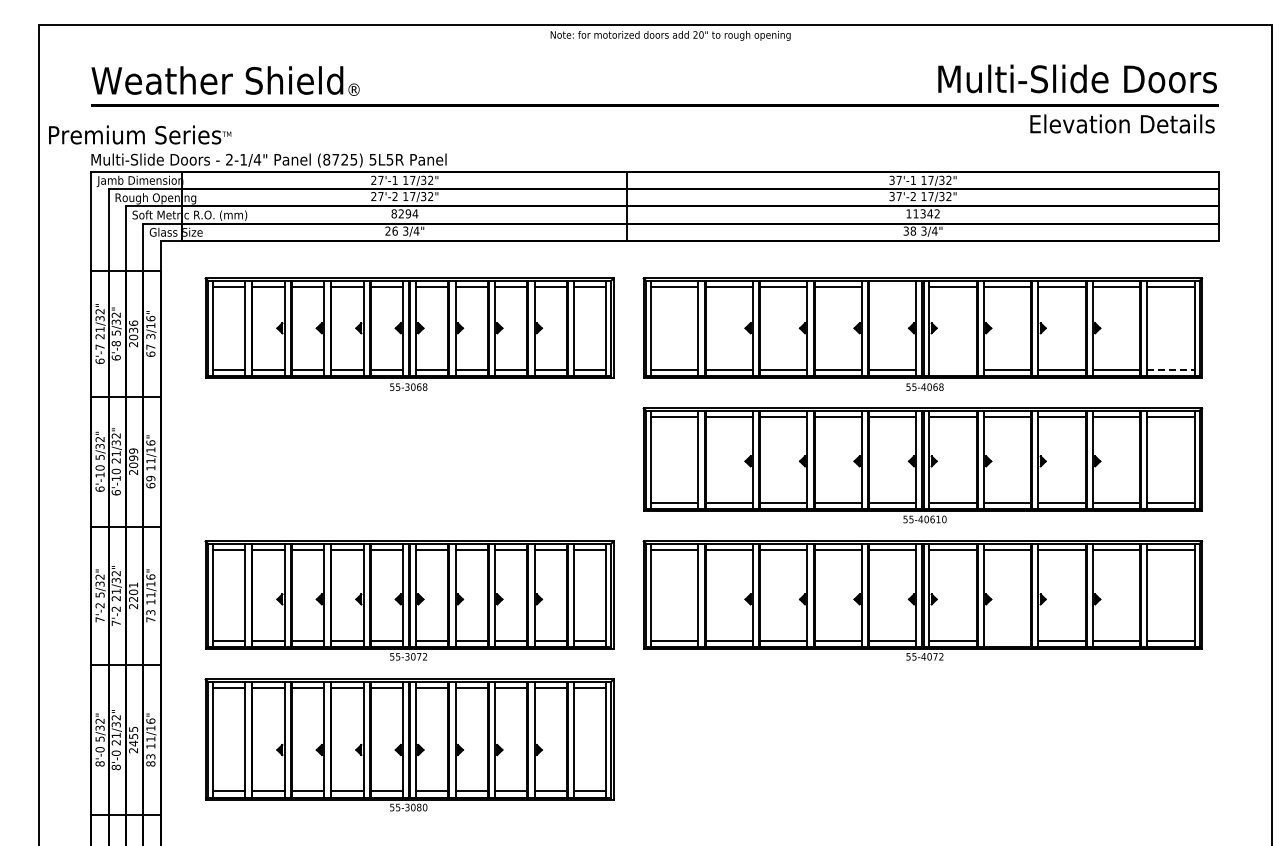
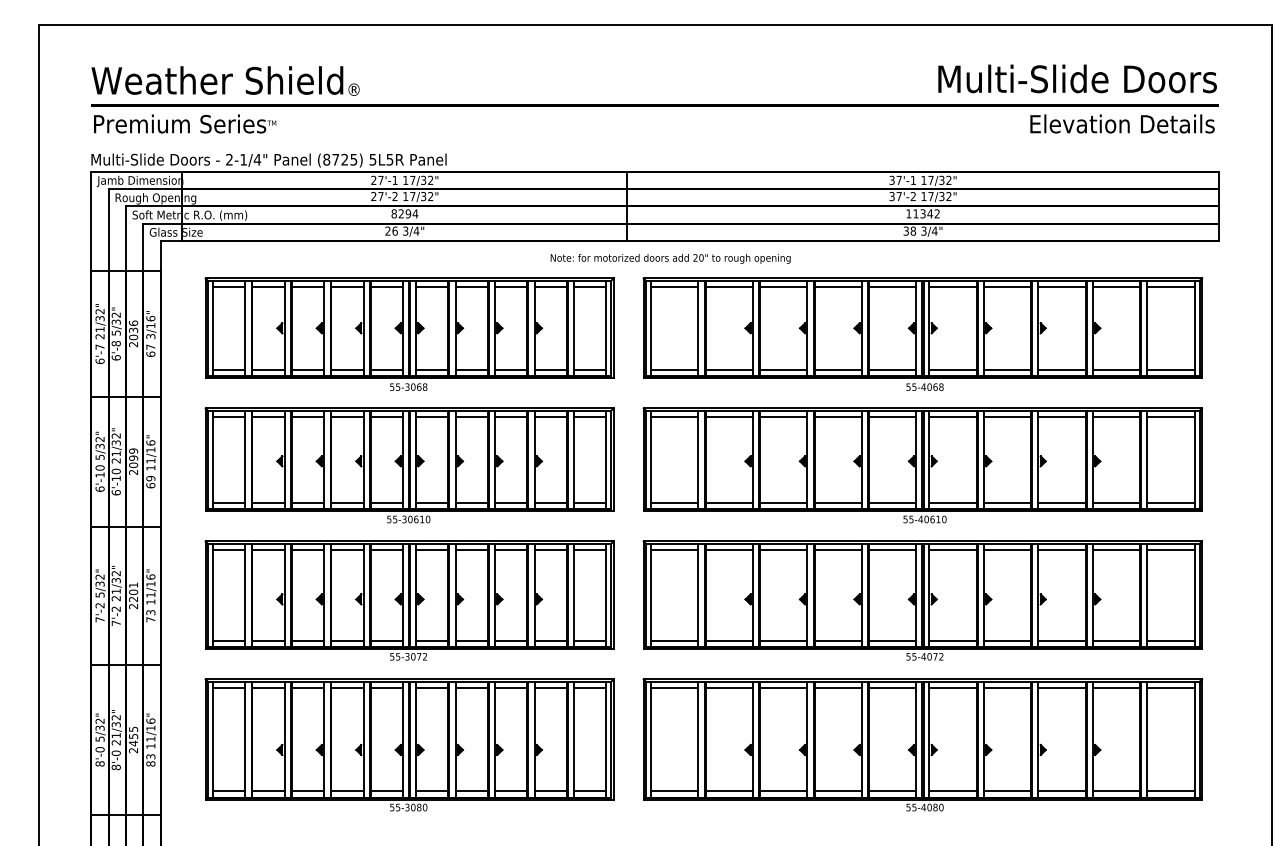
text at (670, 35) position: (670, 35) -> (670, 258)
text at (140, 134) position: (140, 134) -> (185, 123)
line at (892, 286): none -> present
line at (952, 369): none -> present
line at (1171, 369): dashed -> solid
part at (409, 465): none -> present
line at (1007, 640): none -> present
part at (922, 744): none -> present
